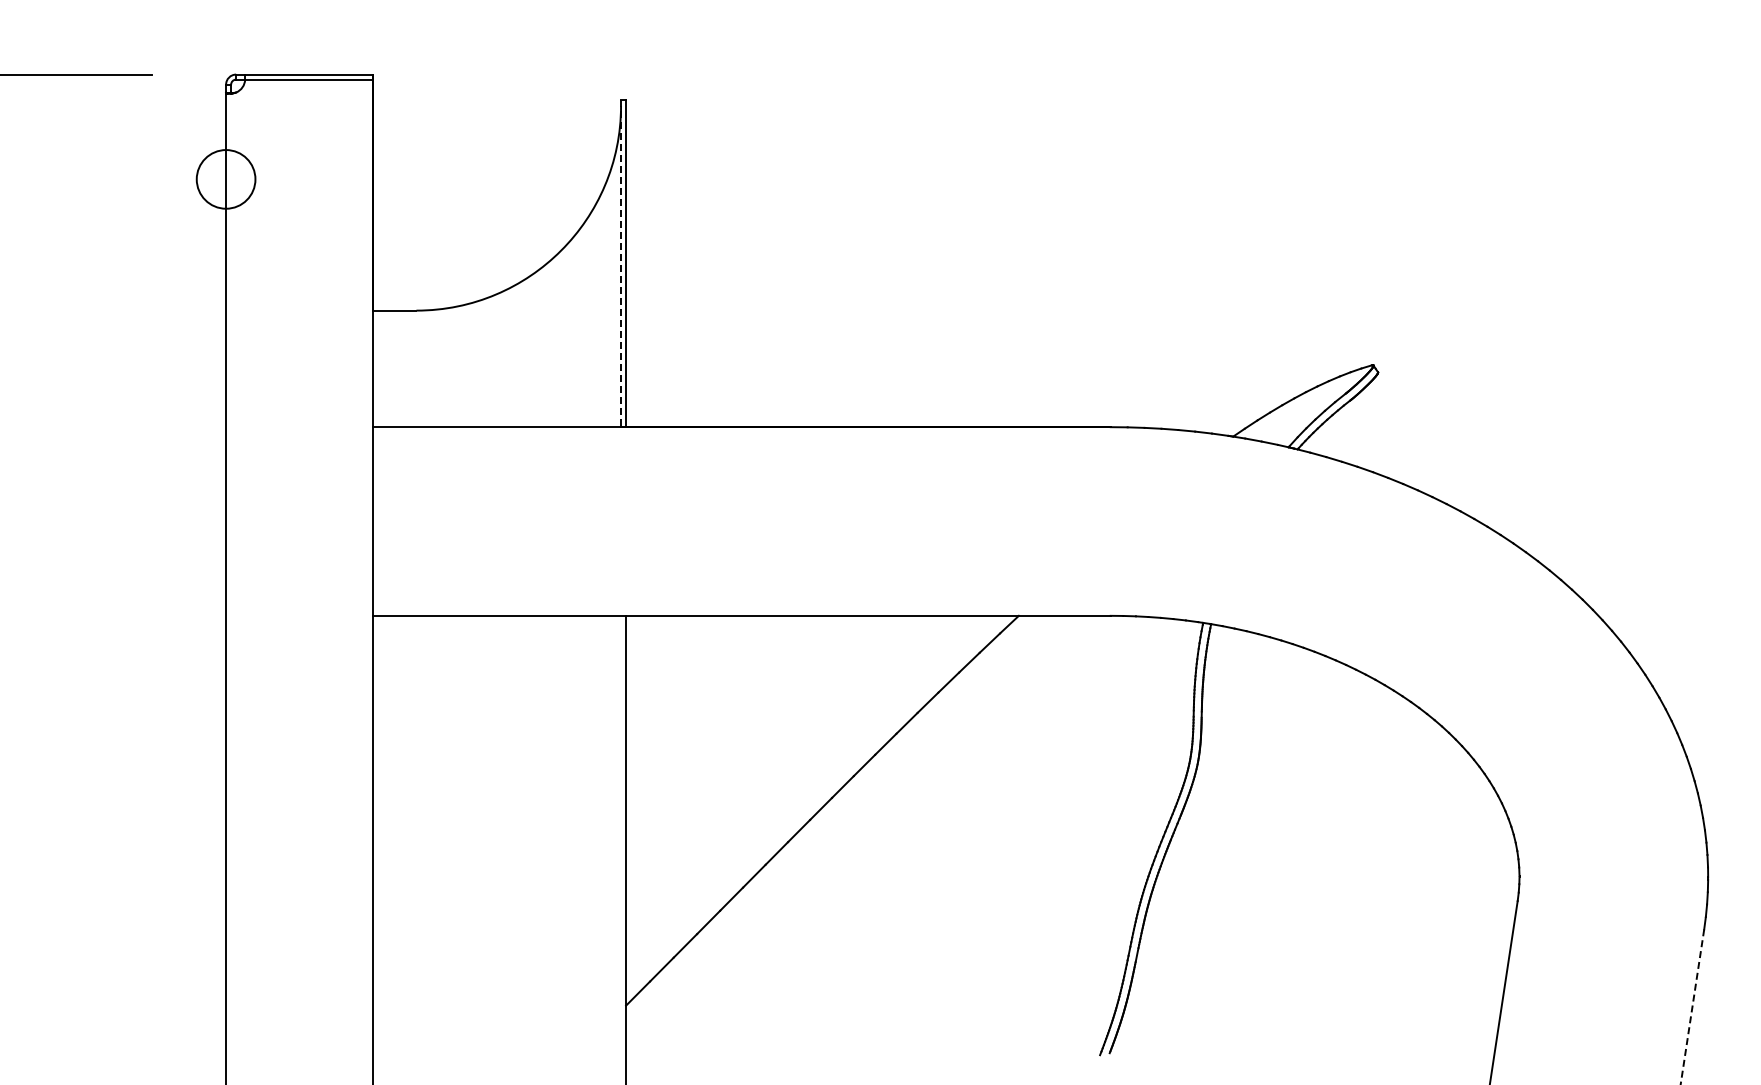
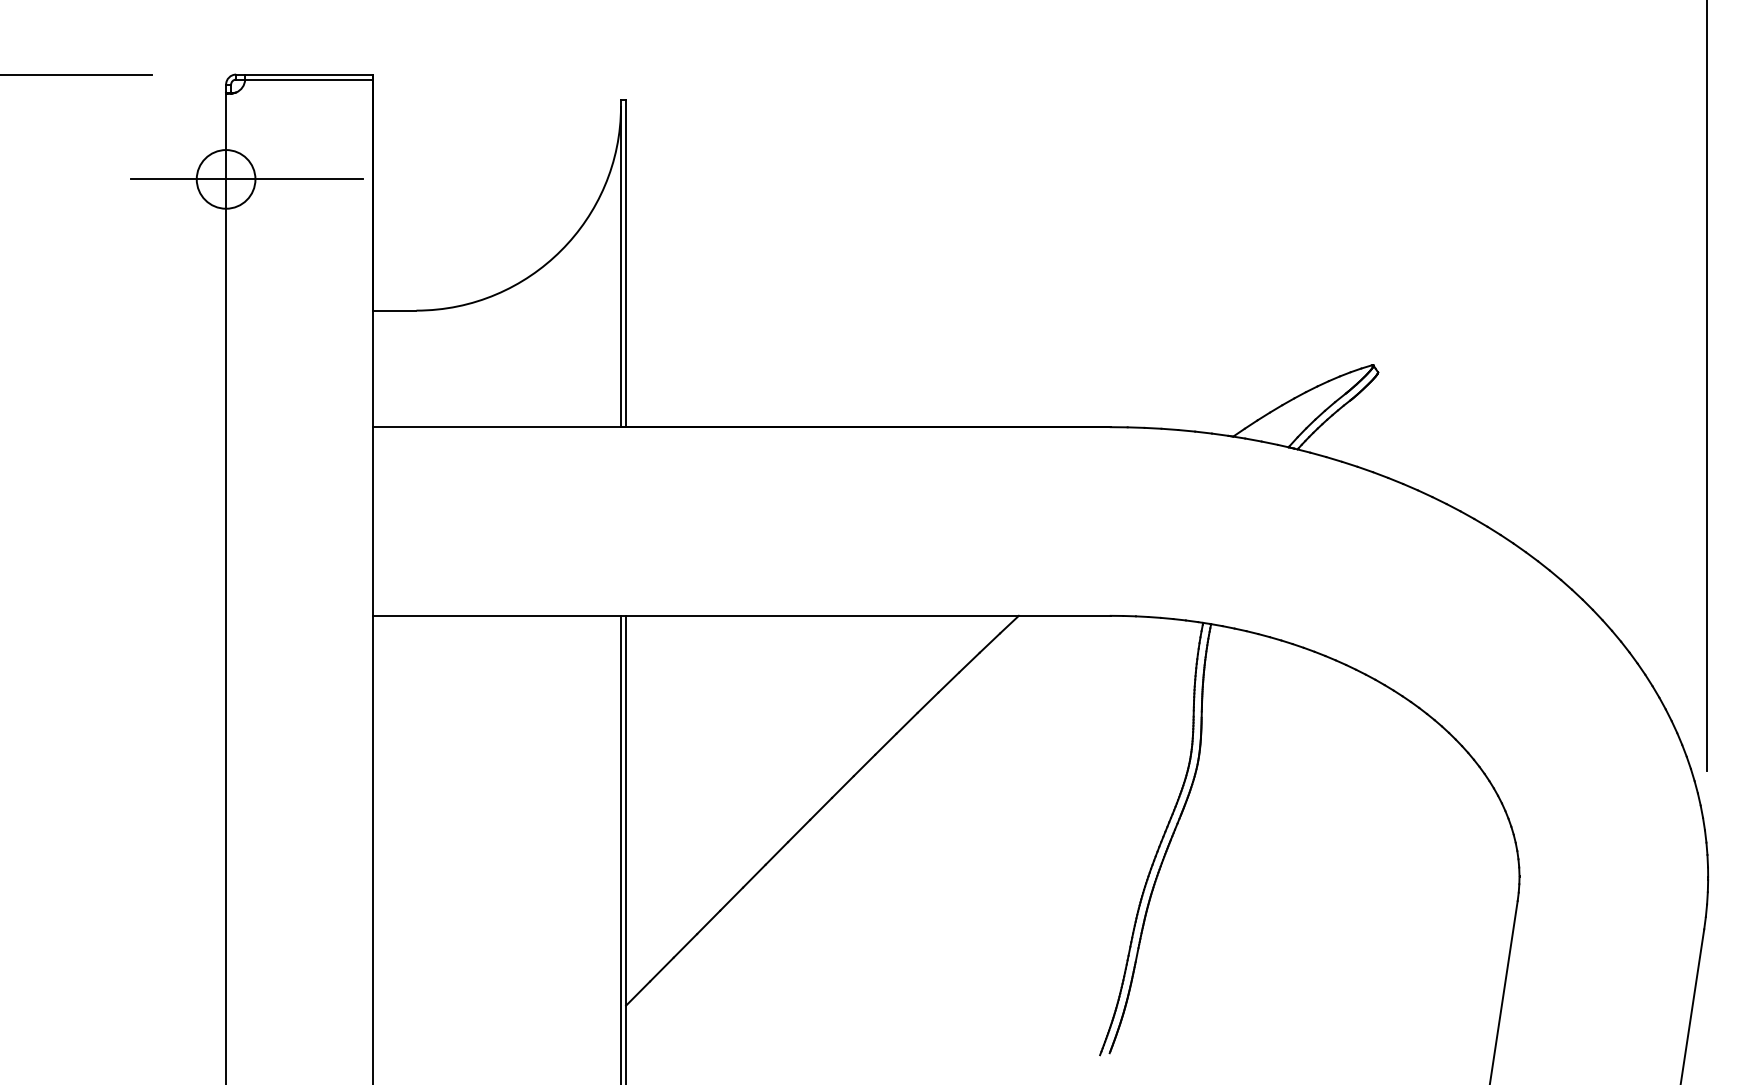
line at (246, 179): none -> present
line at (621, 263): dashed -> solid
line at (1707, 386): none -> present
line at (621, 848): none -> present
line at (1692, 1007): dashed -> solid
